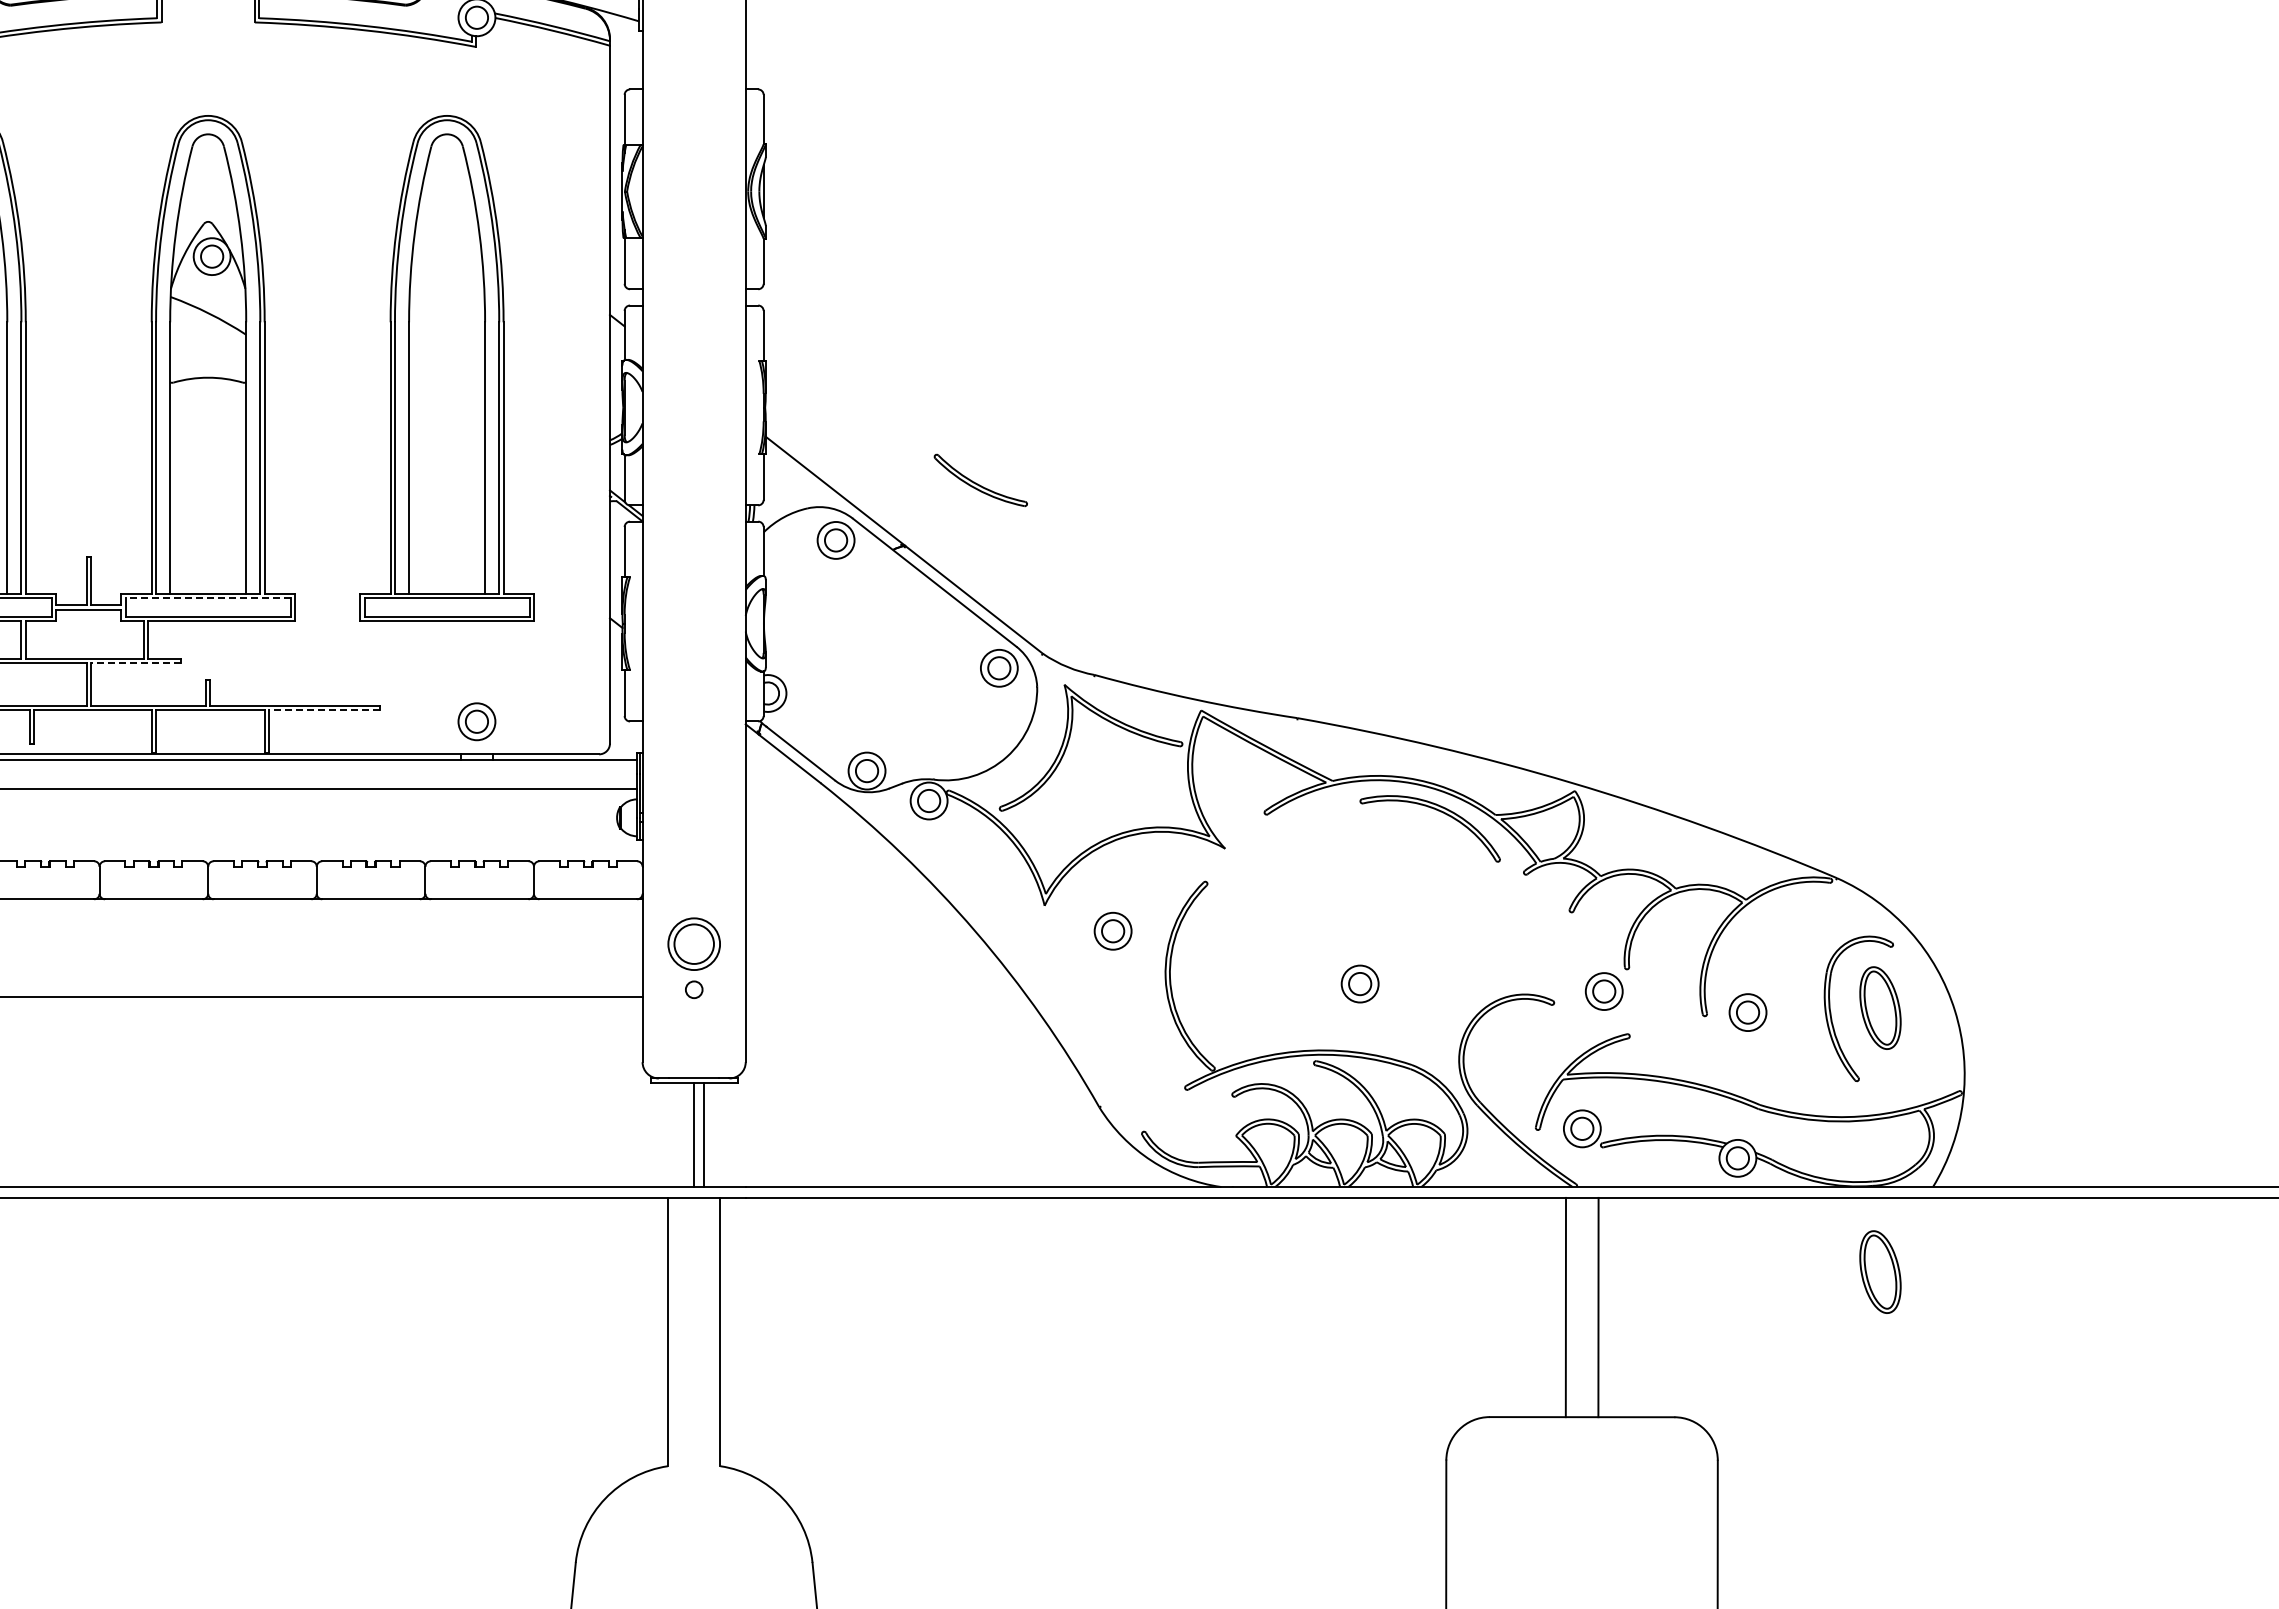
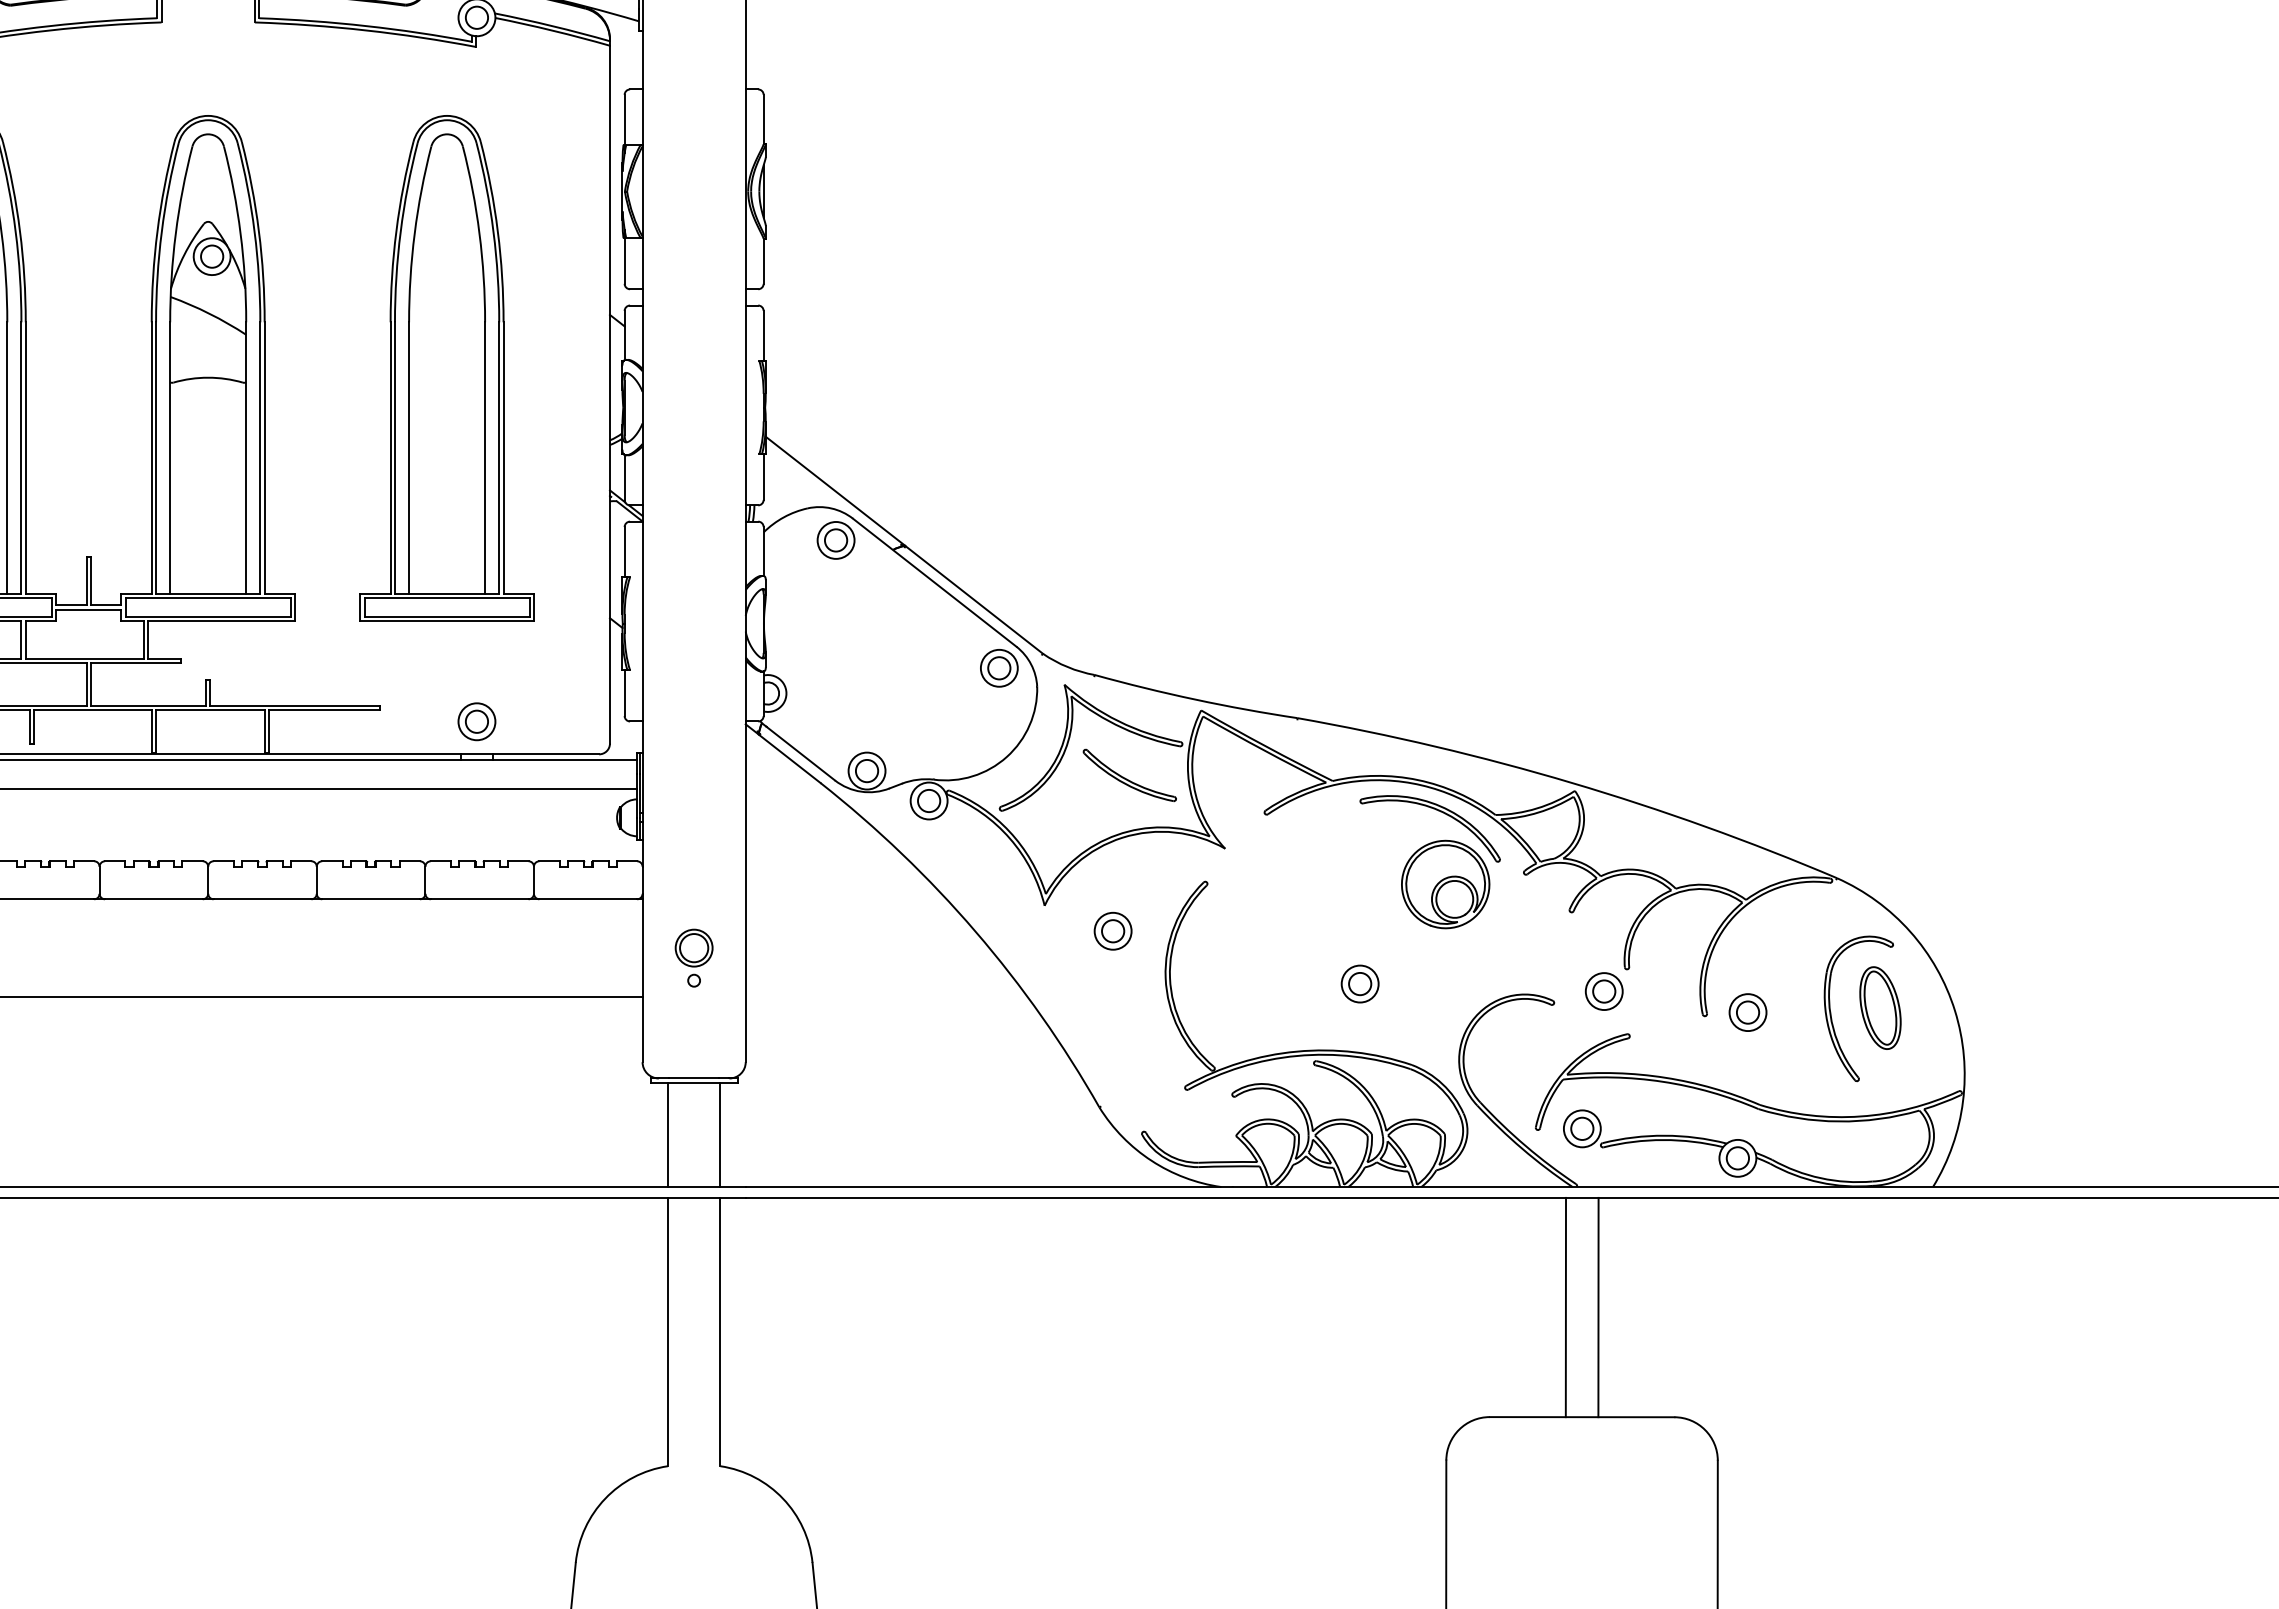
part at (980, 480) position: (980, 480) -> (1129, 775)
line at (208, 598): dashed -> solid
line at (135, 663): dashed -> solid
line at (323, 710): dashed -> solid
part at (1445, 884): none -> present
part at (693, 958) size: 54x83 px -> 40x60 px
line at (694, 1134) position: (694, 1134) -> (720, 1134)
line at (703, 1134) position: (703, 1134) -> (667, 1134)
part at (1880, 1271): present -> none
